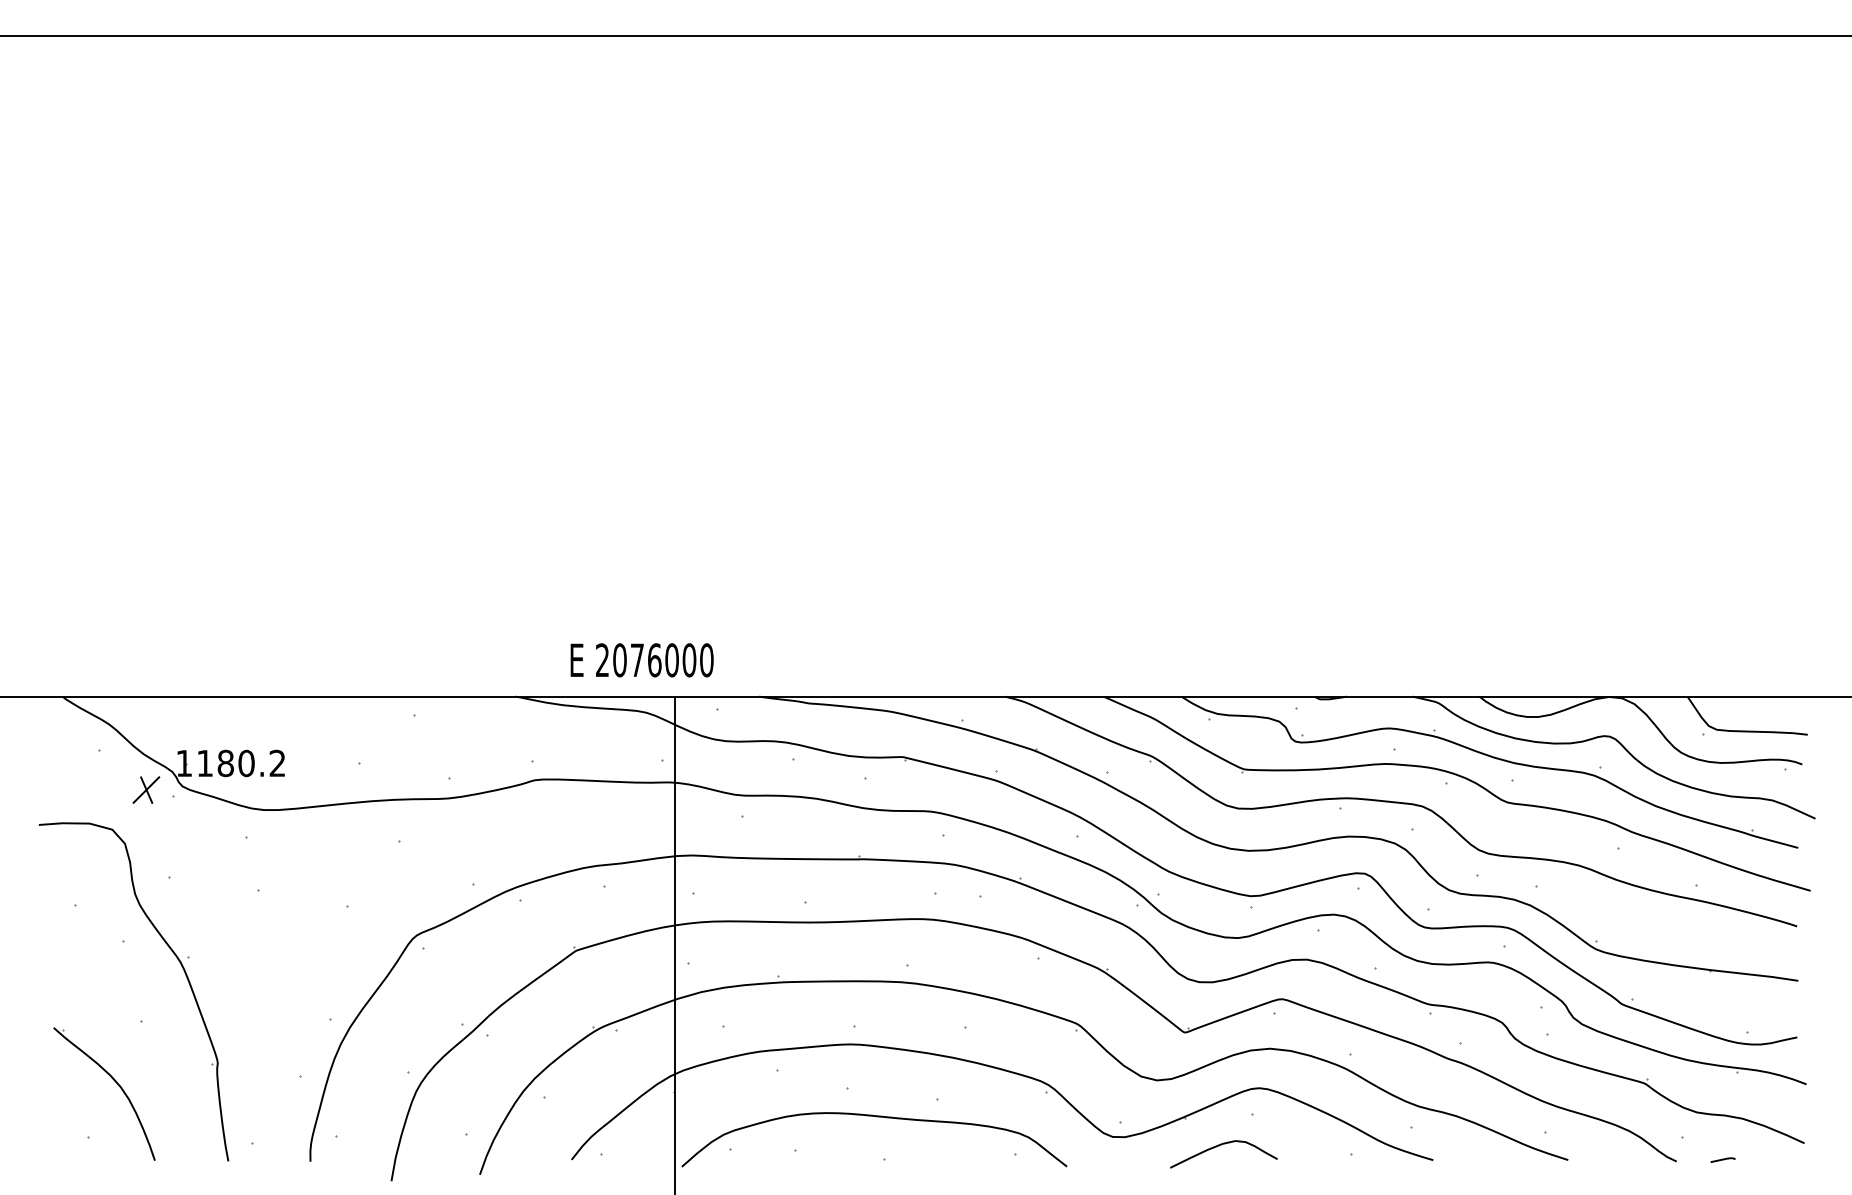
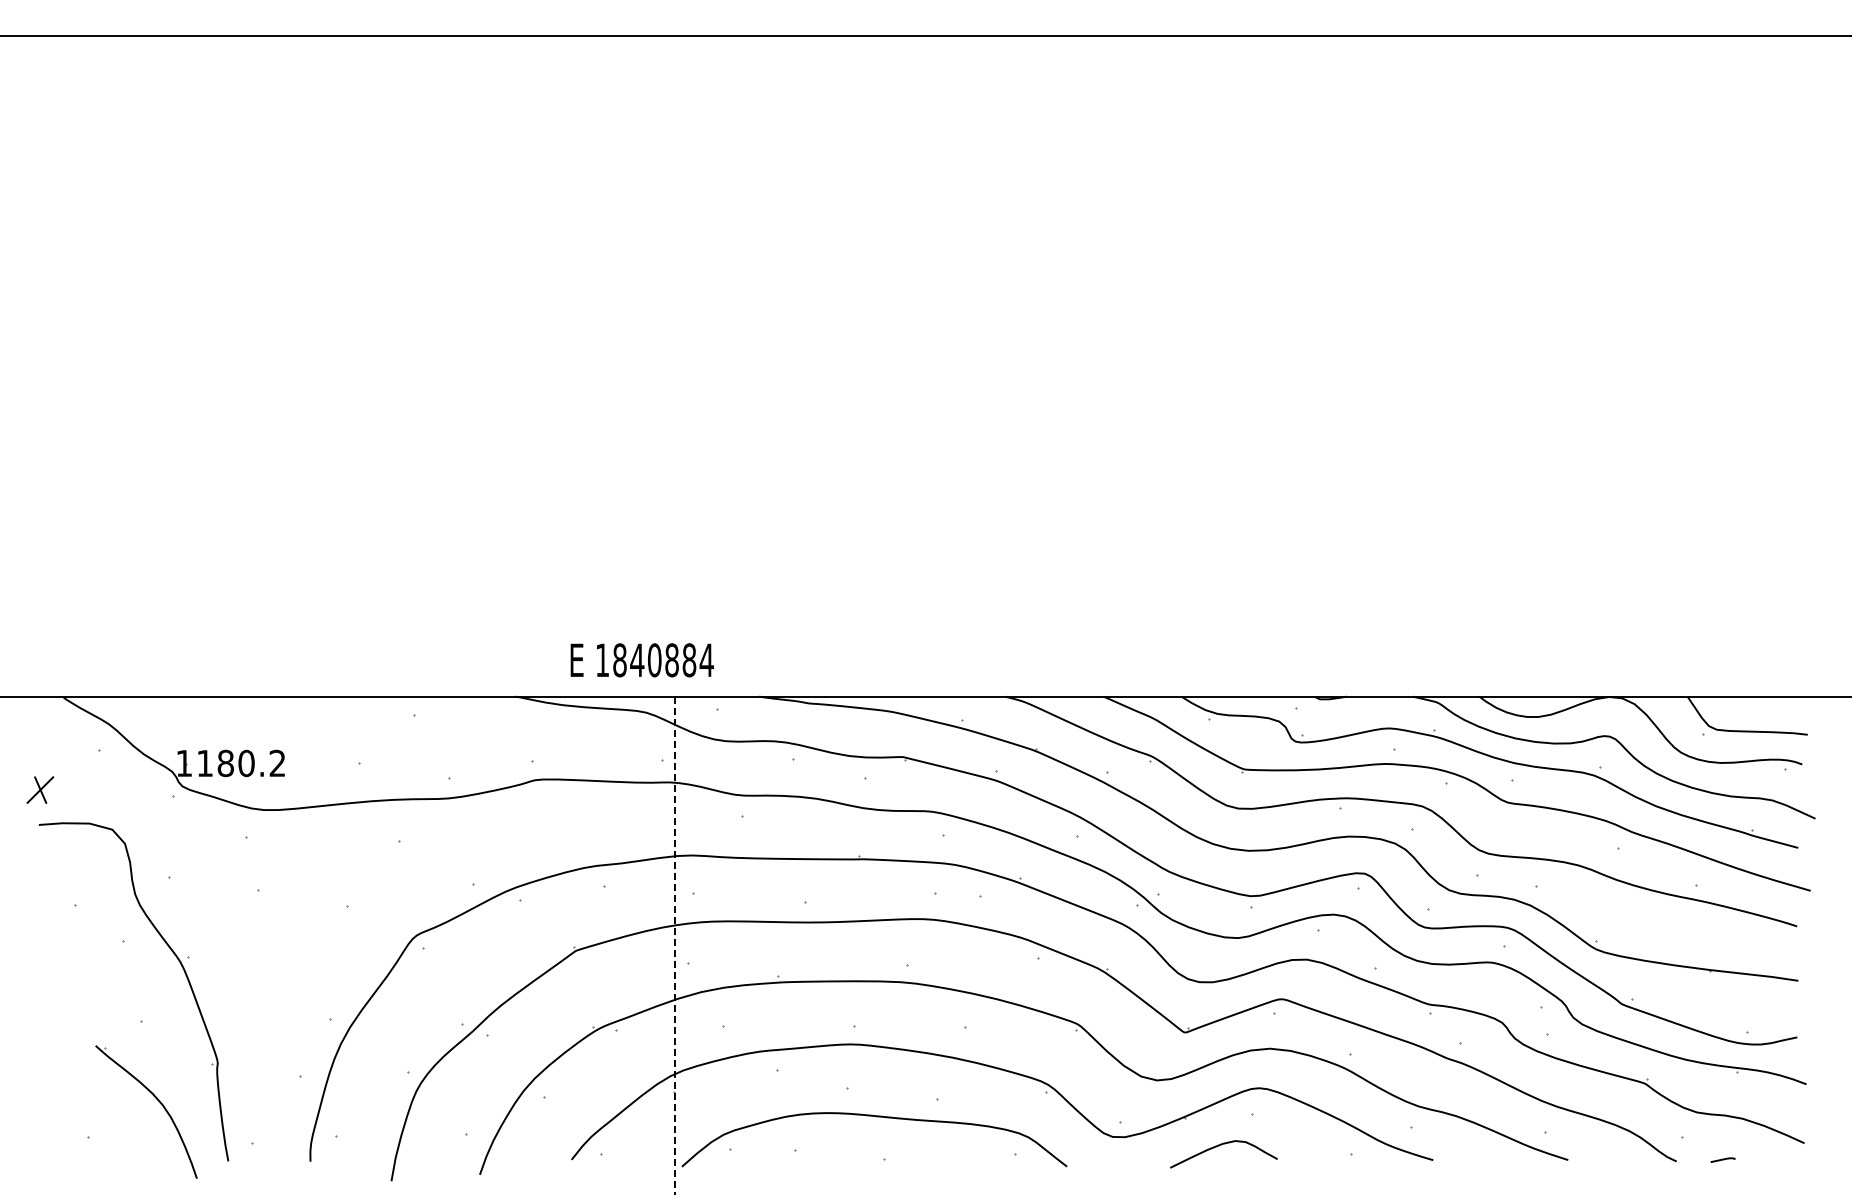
text at (654, 660): 2076000 -> 1840884
part at (146, 789) position: (146, 789) -> (40, 789)
line at (674, 945): solid -> dashed
part at (115, 1082) position: (115, 1082) -> (157, 1100)
